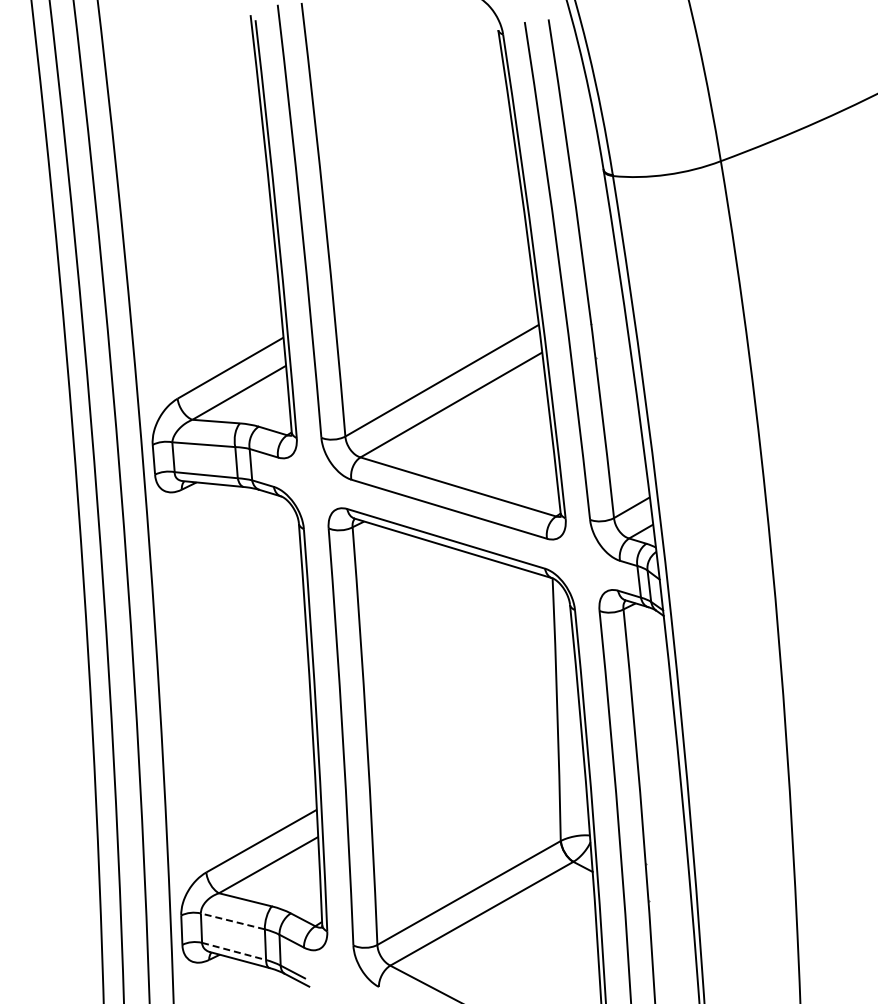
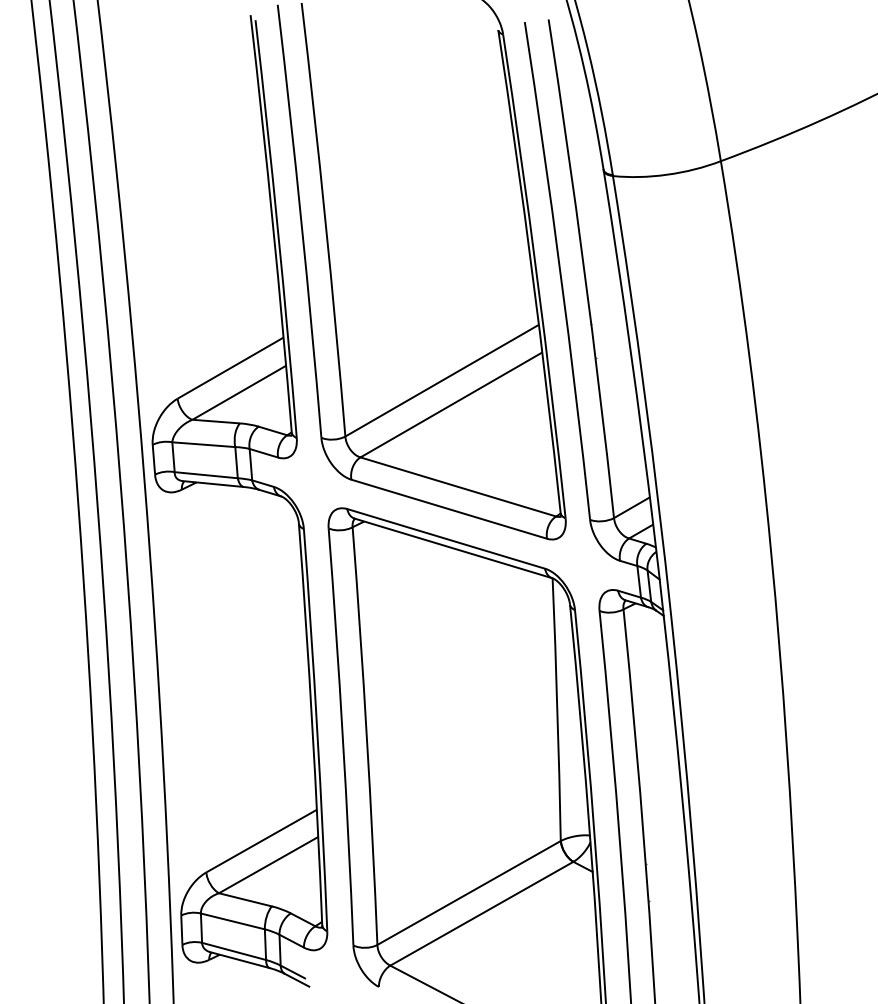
line at (232, 921): dashed -> solid
line at (234, 951): dashed -> solid
